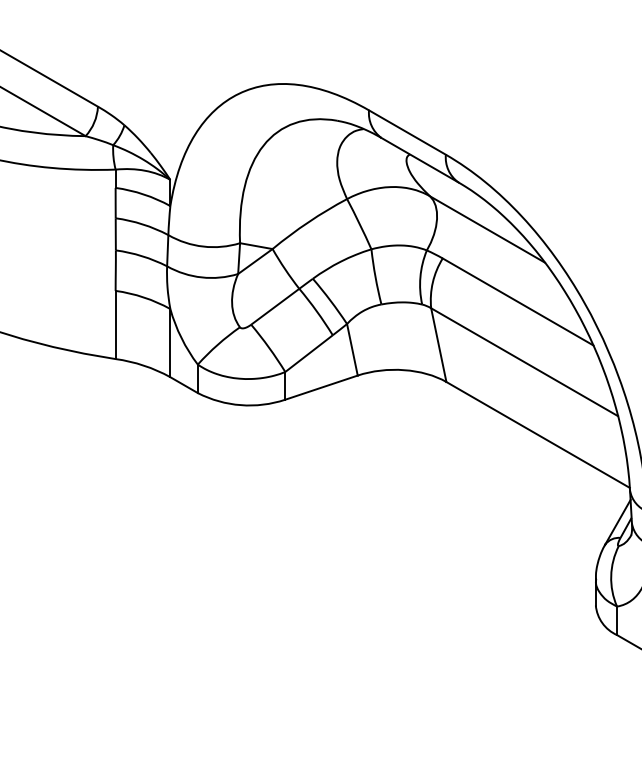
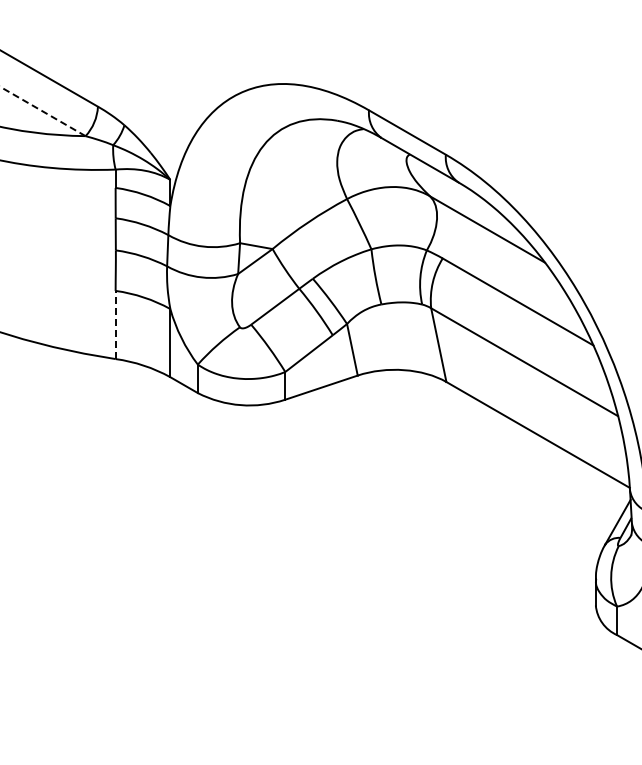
line at (43, 111): solid -> dashed
line at (115, 324): solid -> dashed
